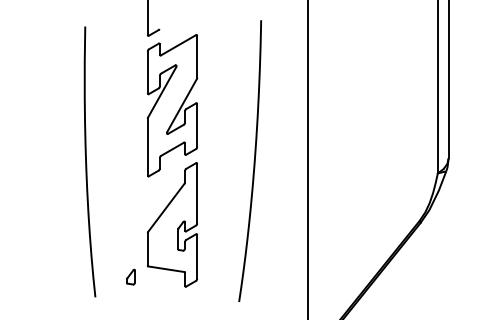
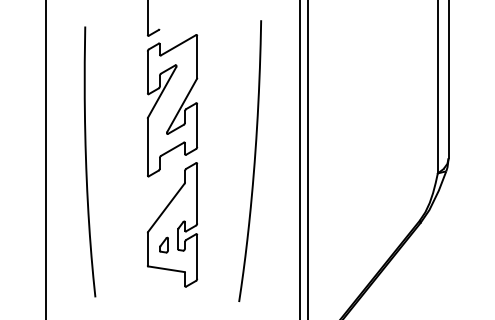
line at (46, 159): none -> present
line at (299, 159): none -> present
part at (130, 276) position: (130, 276) -> (163, 244)
